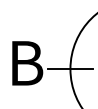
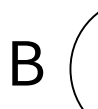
line at (70, 69): present -> none
